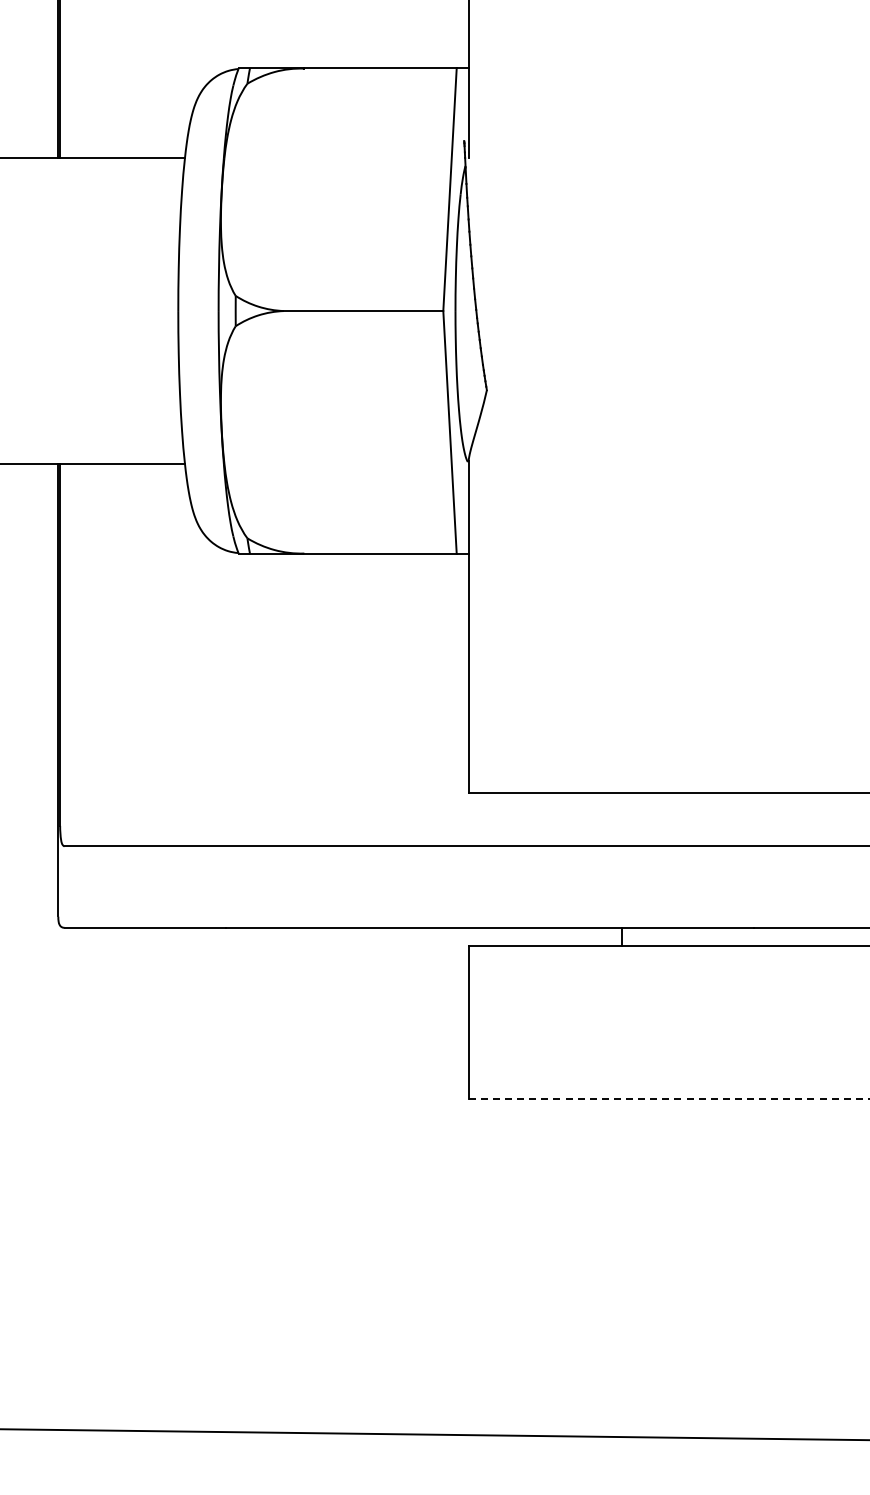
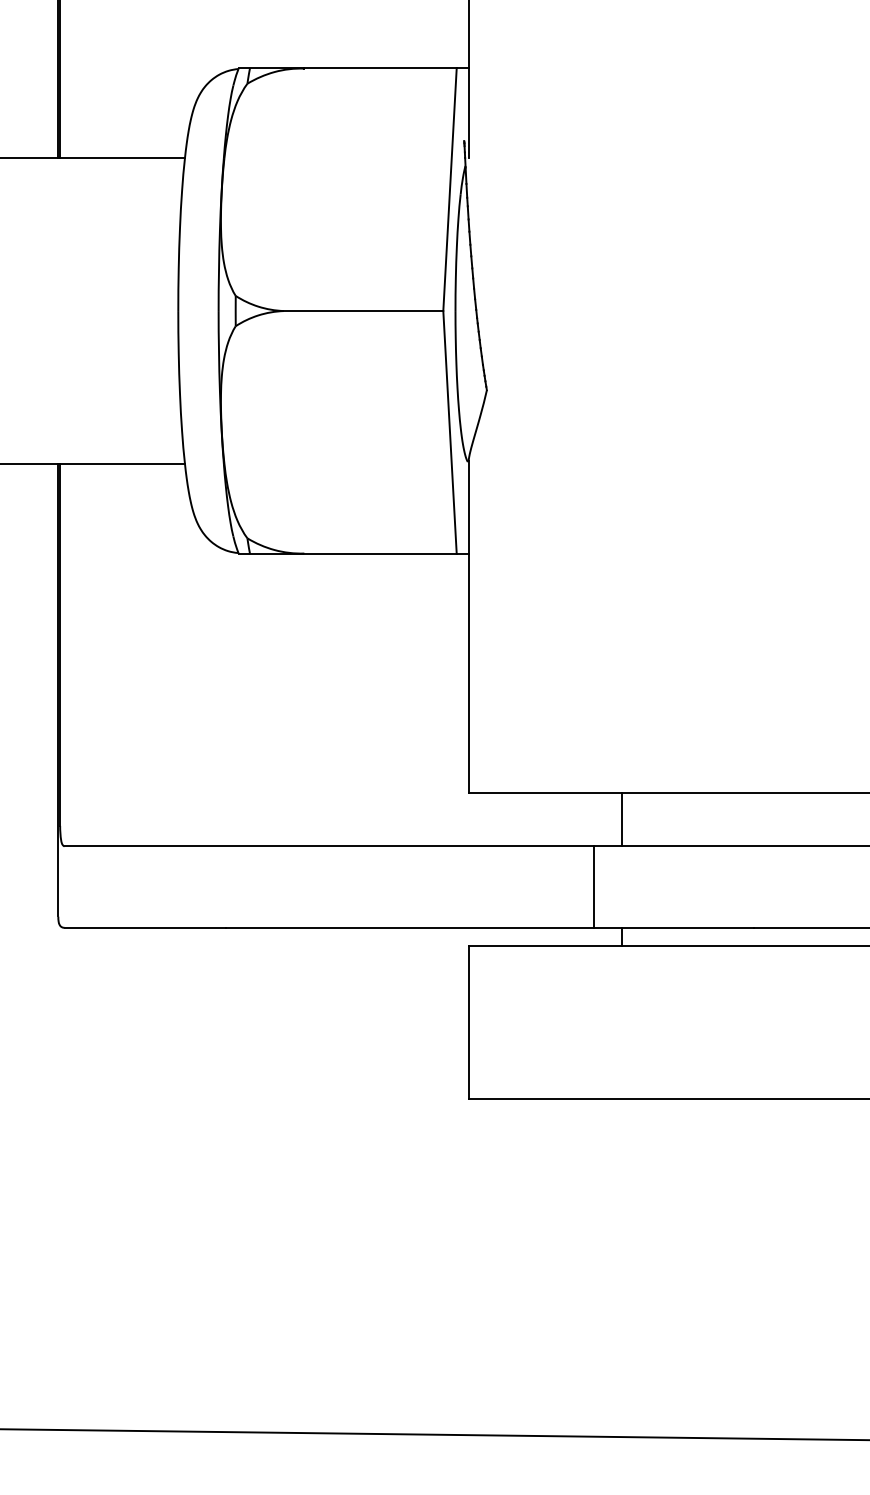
line at (621, 819): none -> present
line at (593, 886): none -> present
line at (669, 1098): dashed -> solid
